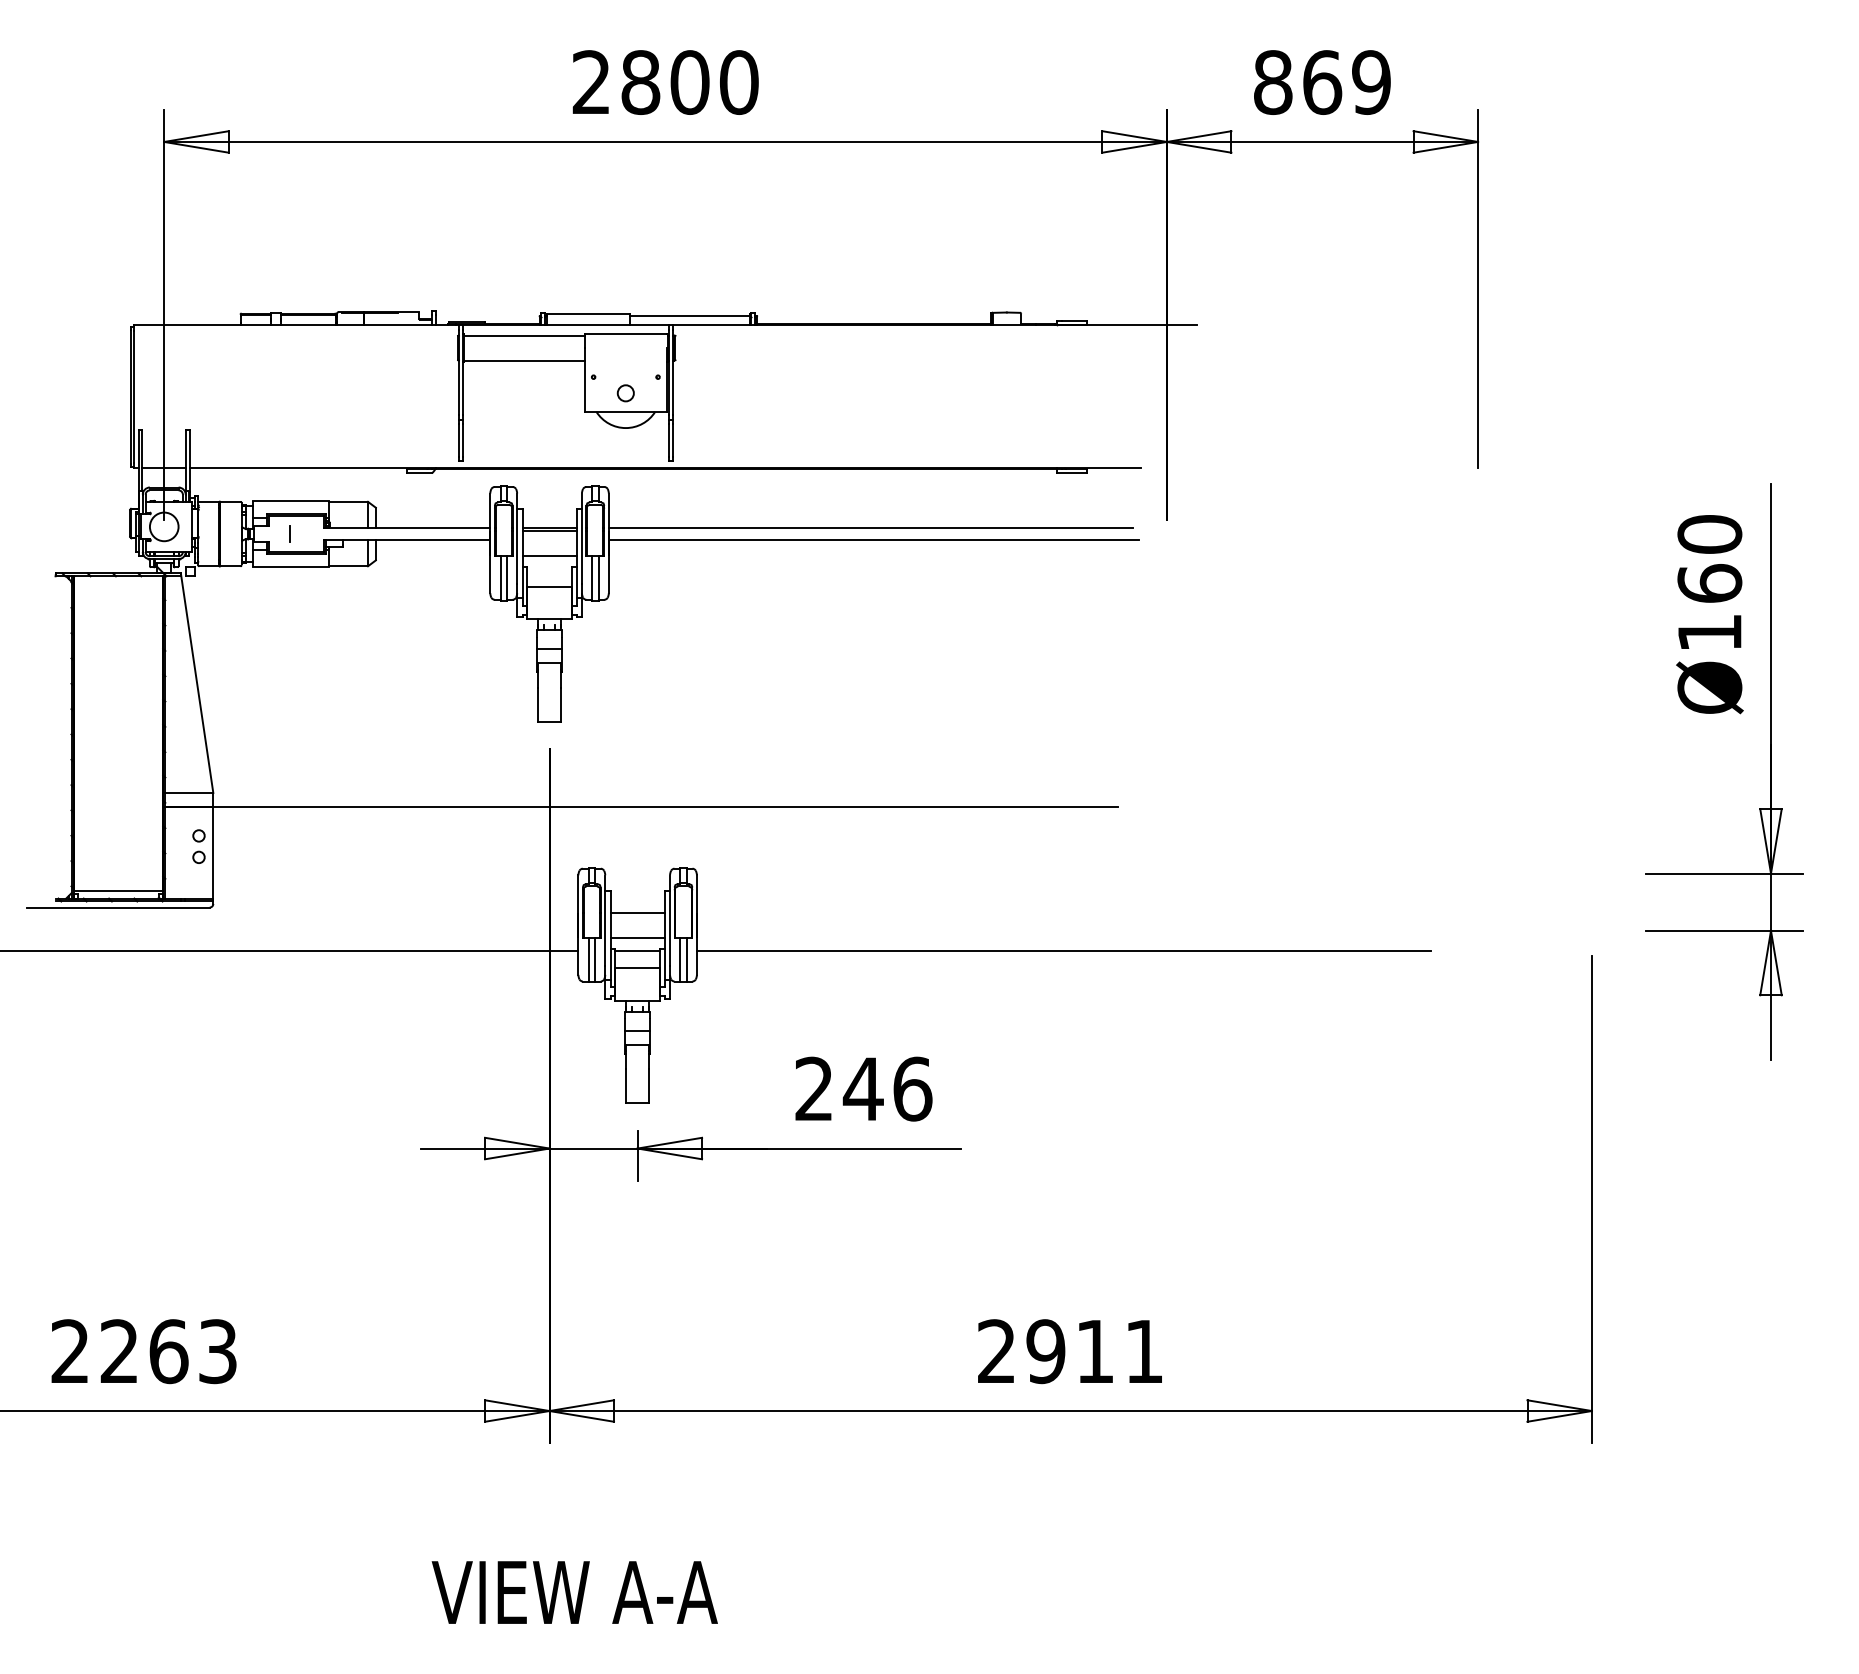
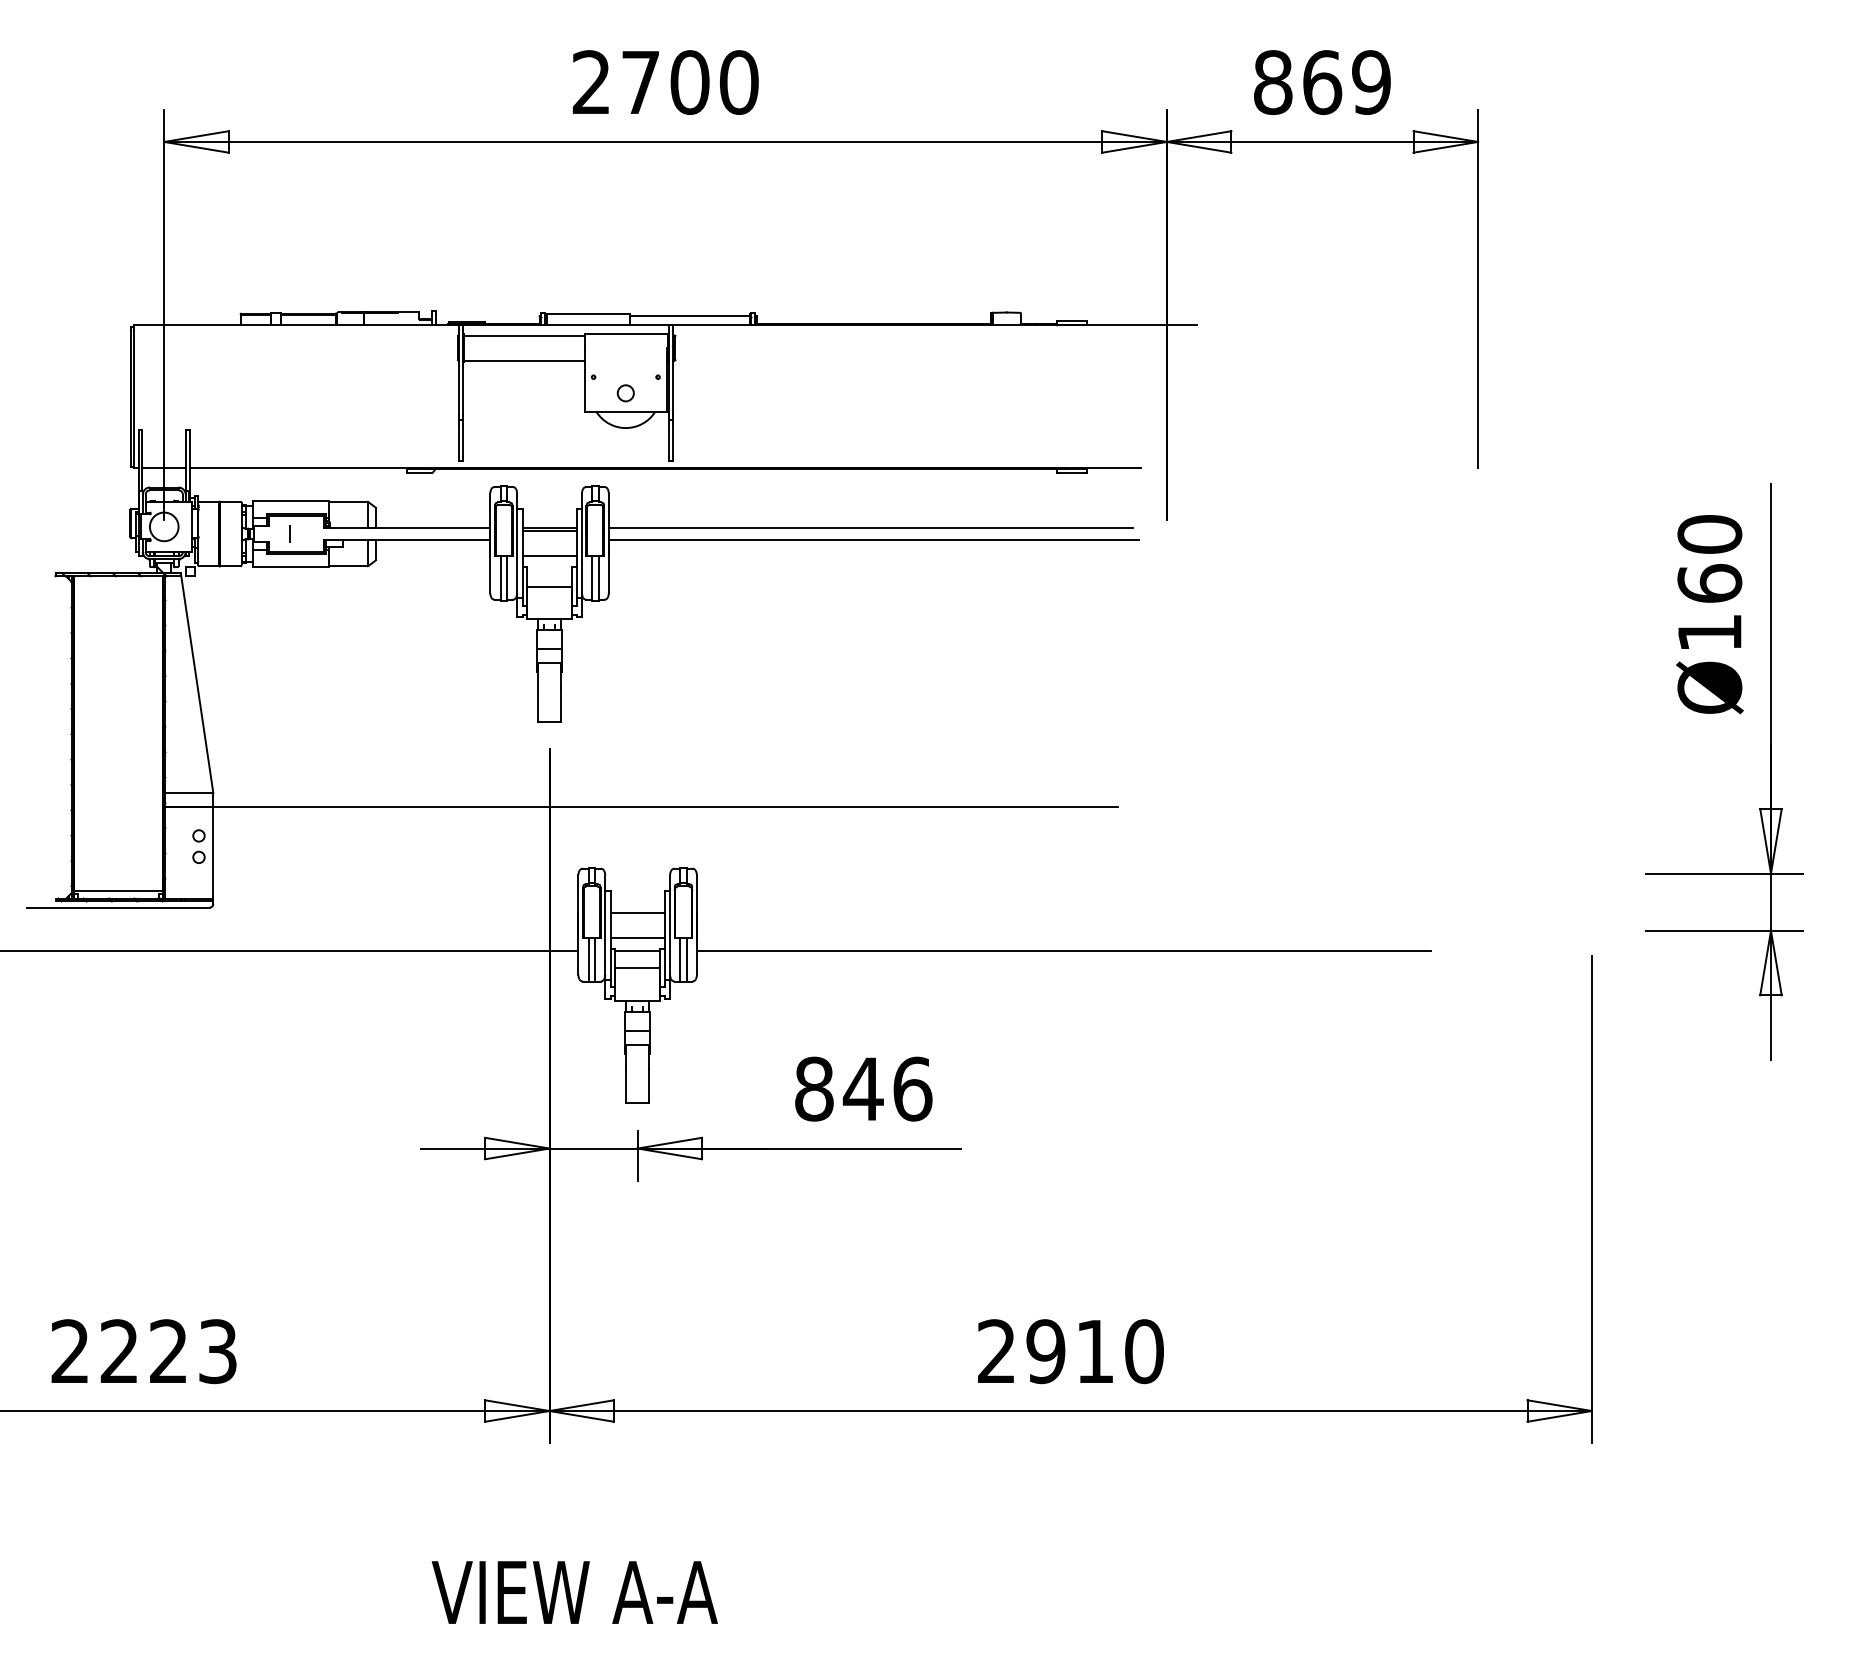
text at (640, 82): 2800 -> 2700
text at (814, 1088): 246 -> 846
text at (168, 1351): 2263 -> 2223
text at (1144, 1351): 2911 -> 2910
